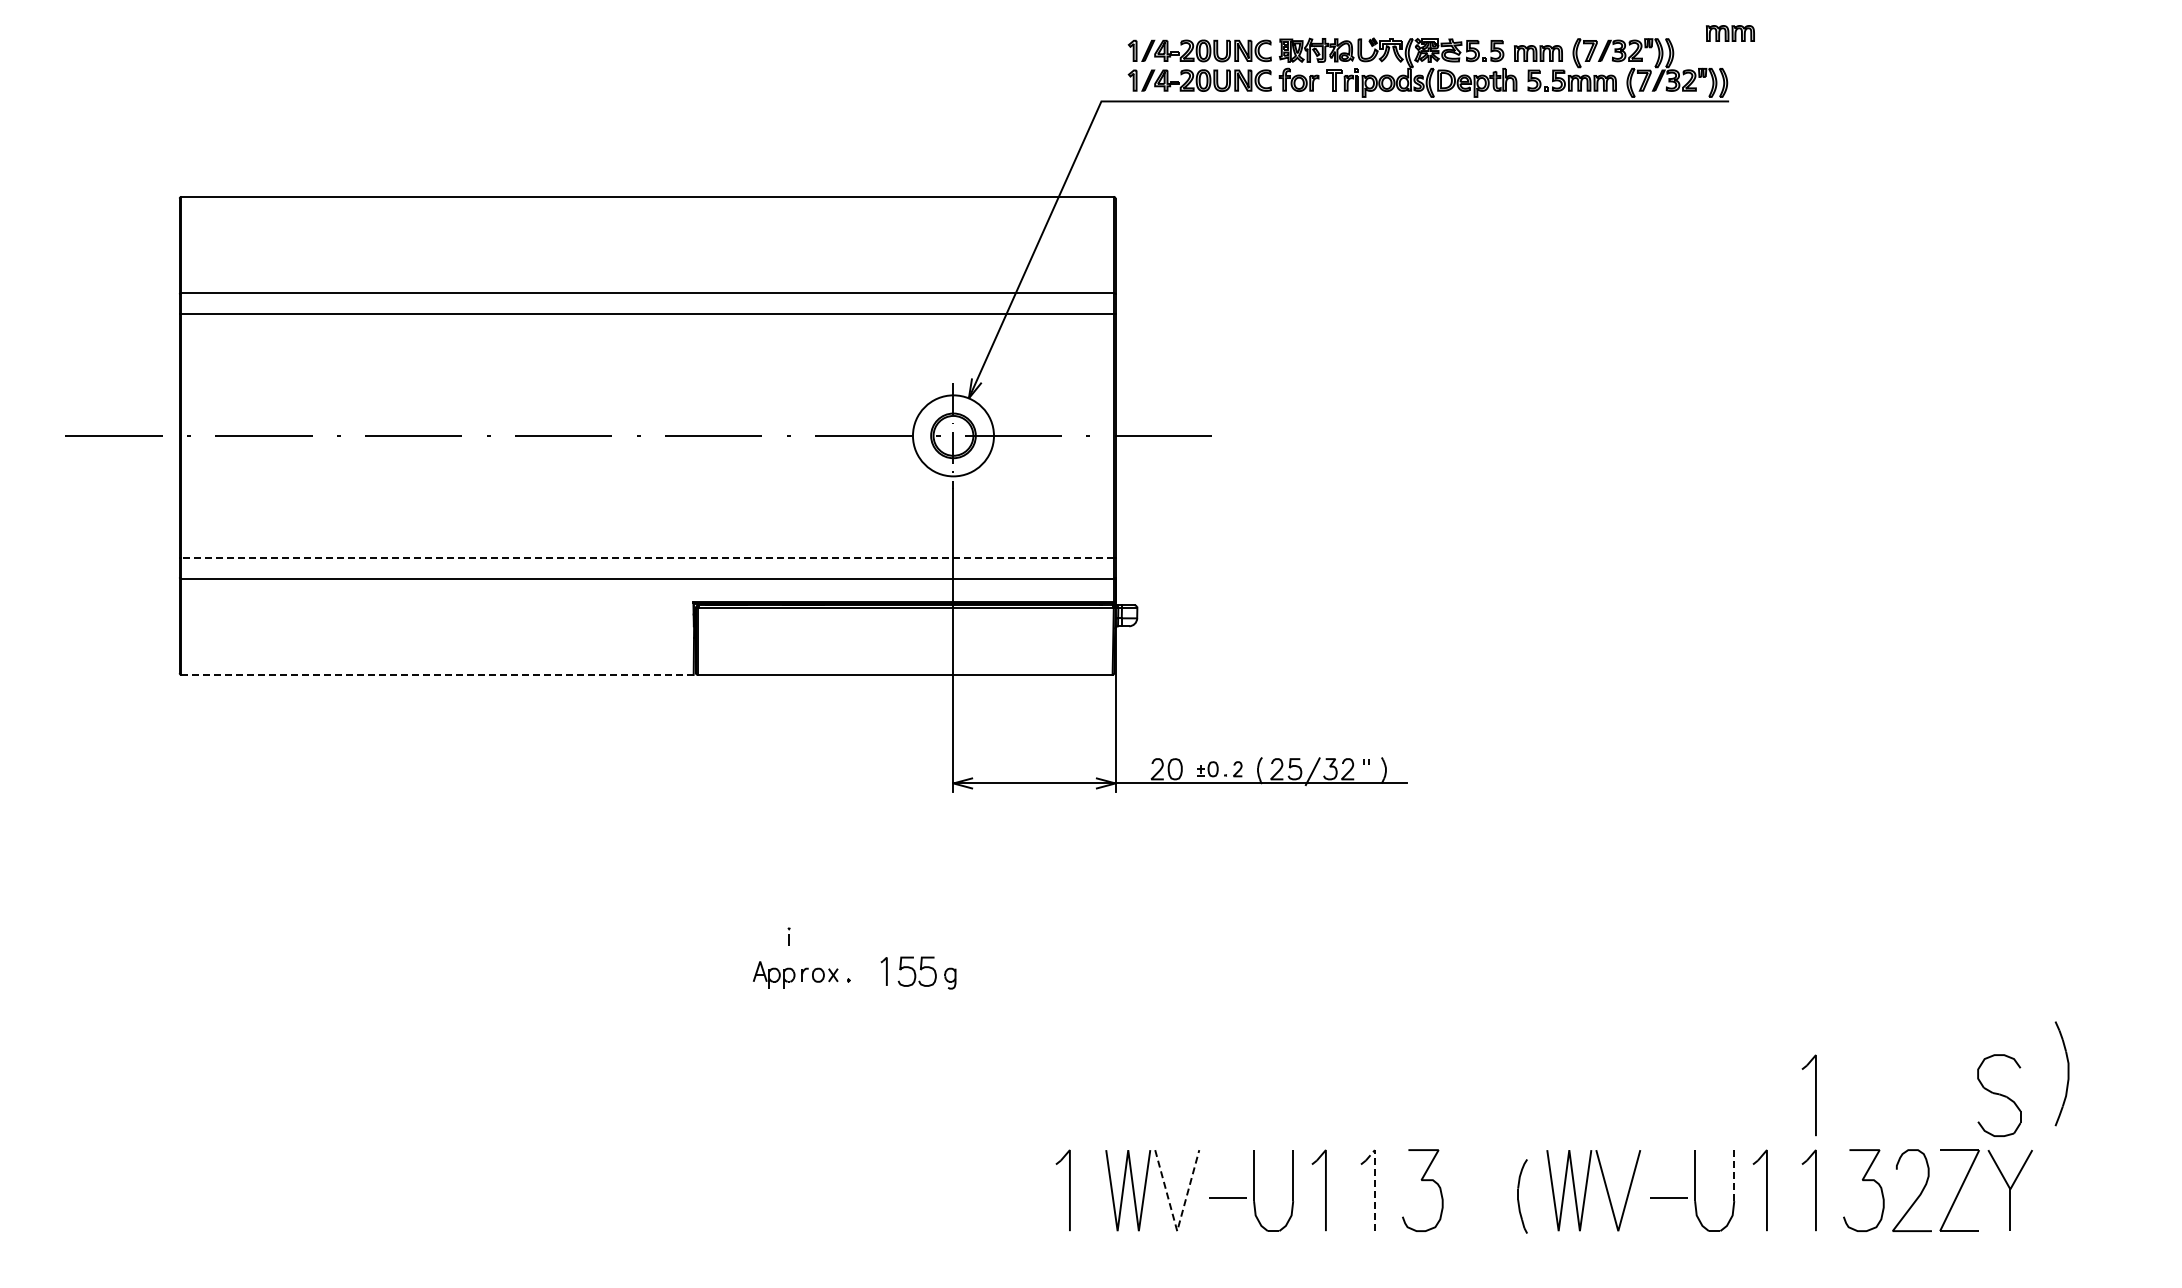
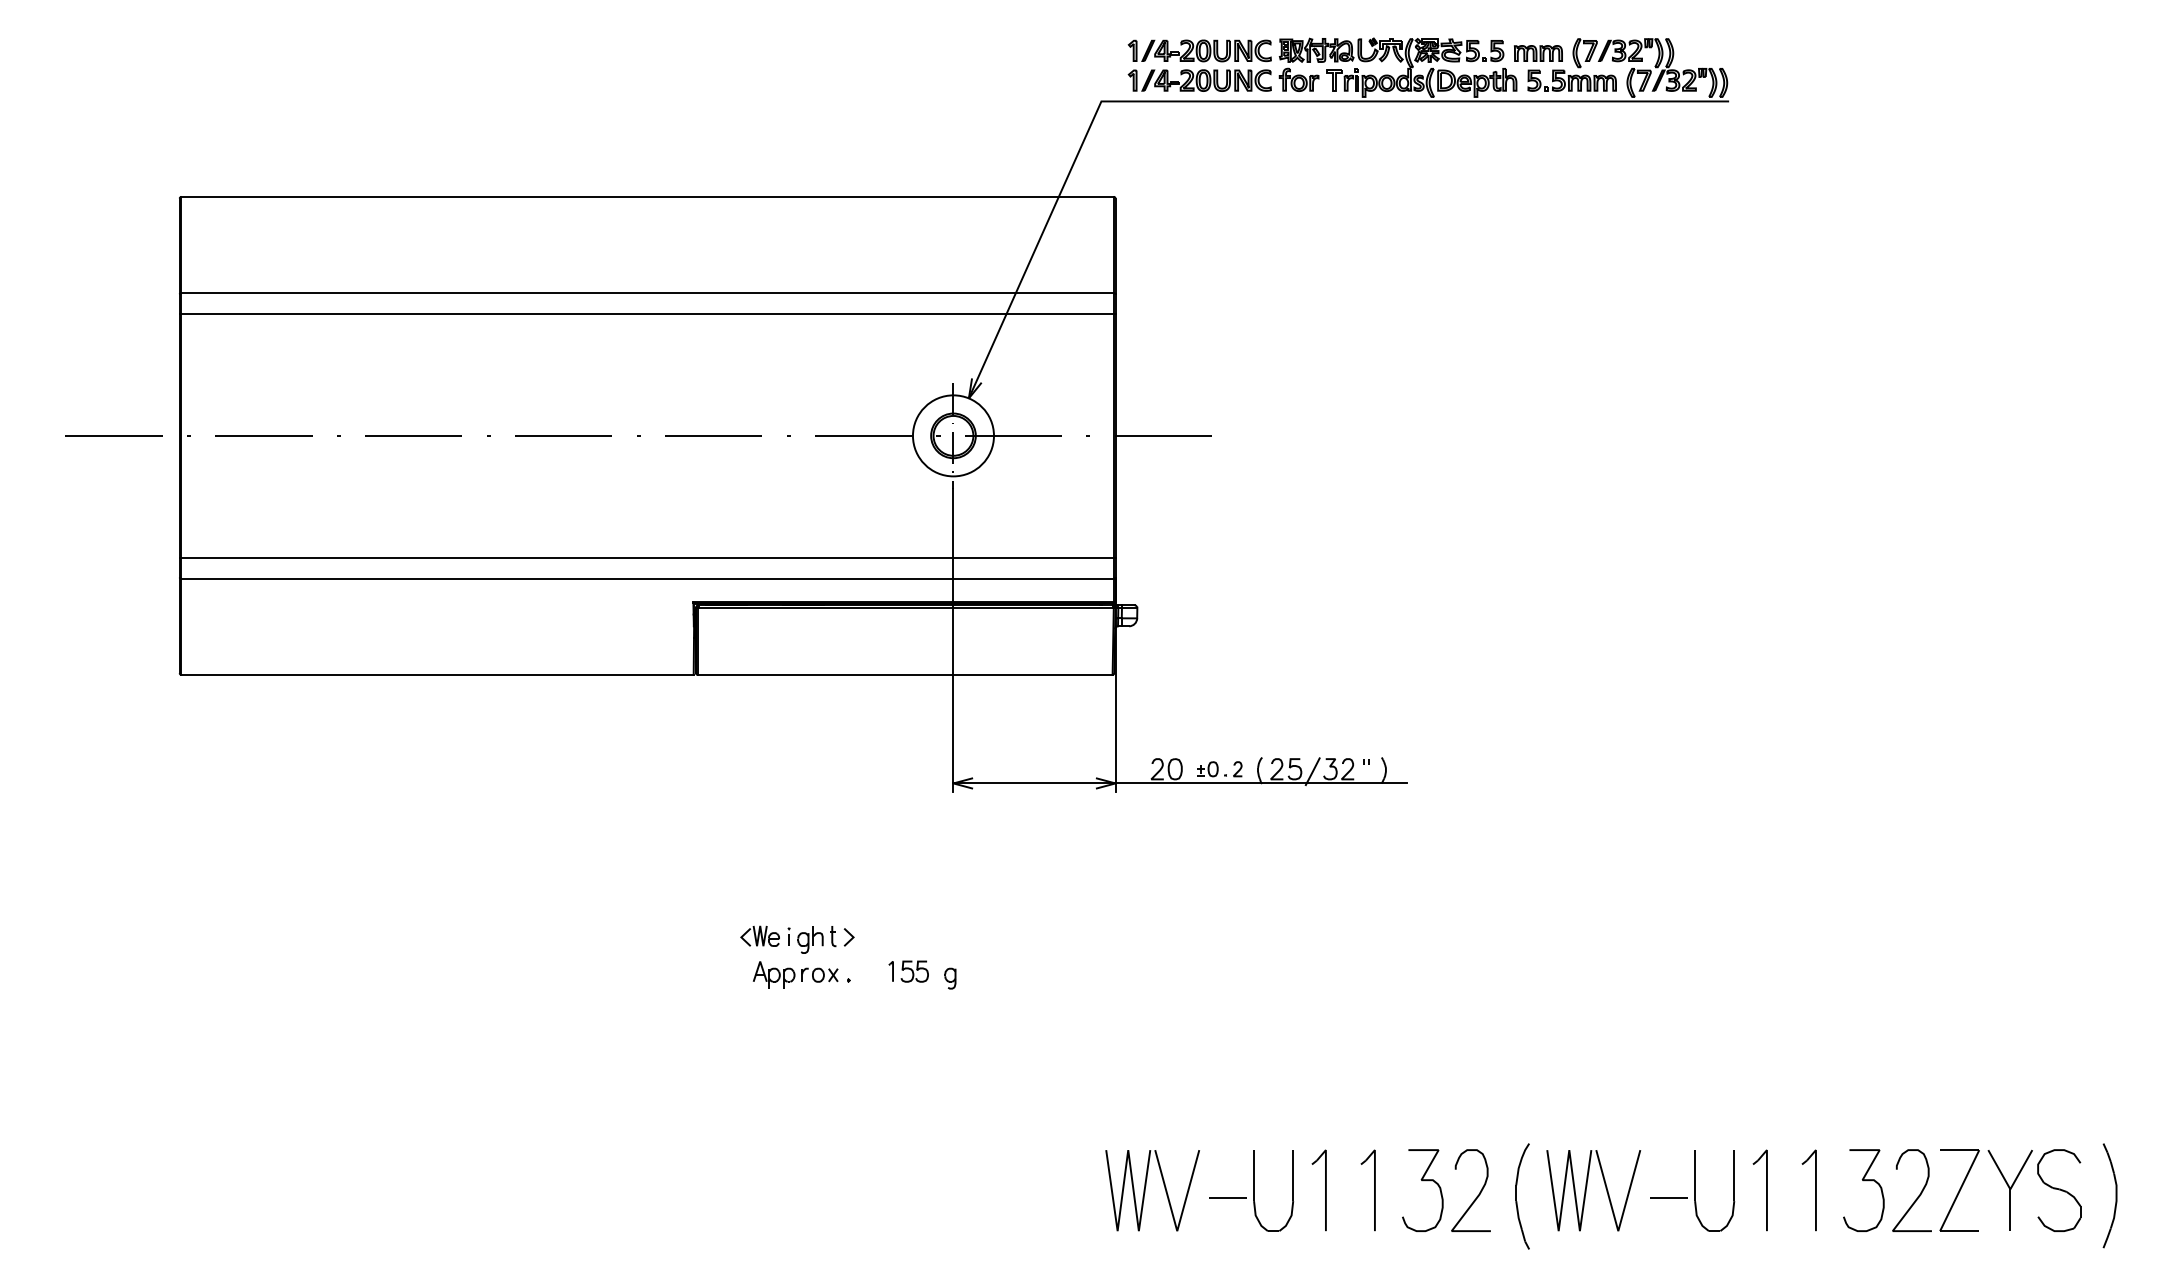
part at (1730, 33): present -> none
line at (647, 558): dashed -> solid
line at (437, 674): dashed -> solid
part at (759, 935): none -> present
part at (825, 939): none -> present
part at (908, 971) size: 57x31 px -> 41x23 px
part at (2061, 1073) position: (2061, 1073) -> (2109, 1195)
part at (1815, 1095): present -> none
part at (1999, 1095) position: (1999, 1095) -> (2059, 1190)
line at (1734, 1176): dashed -> solid
line at (1374, 1183): dashed -> solid
part at (1069, 1190): present -> none
curve at (1476, 1196): none -> present
part at (1522, 1196) size: 11x75 px -> 15x107 px
line at (1177, 1231): dashed -> solid
